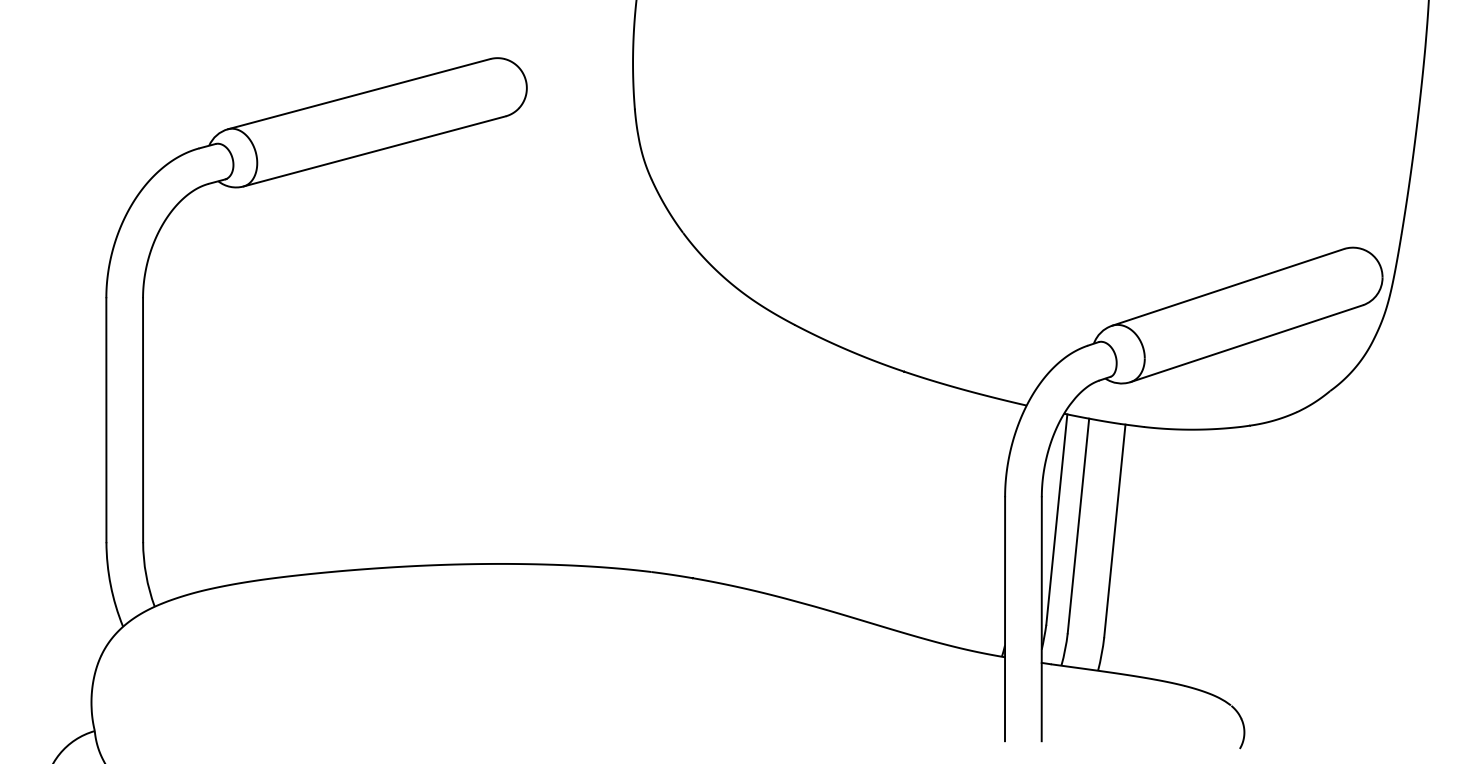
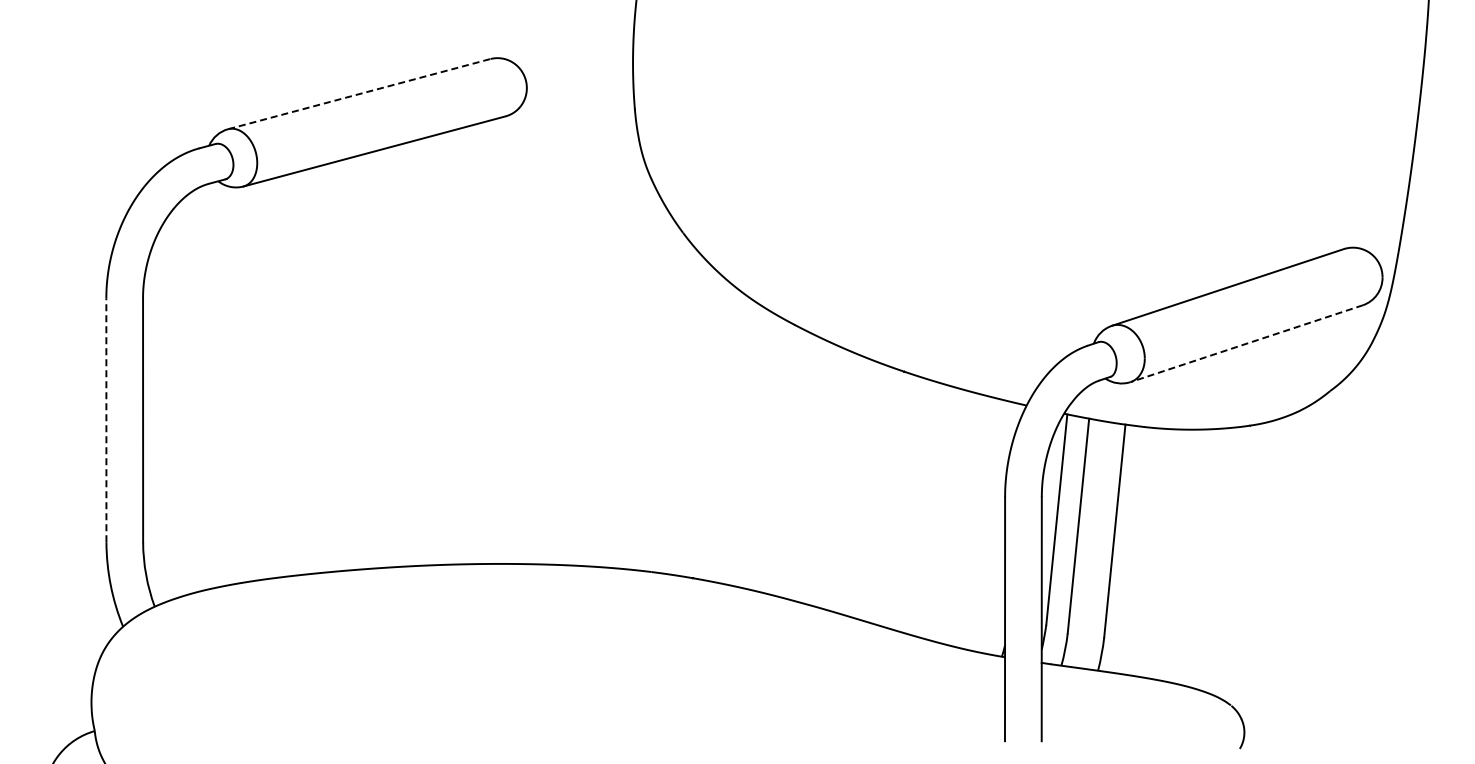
line at (359, 94): solid -> dashed
line at (1246, 343): solid -> dashed
line at (106, 419): solid -> dashed
